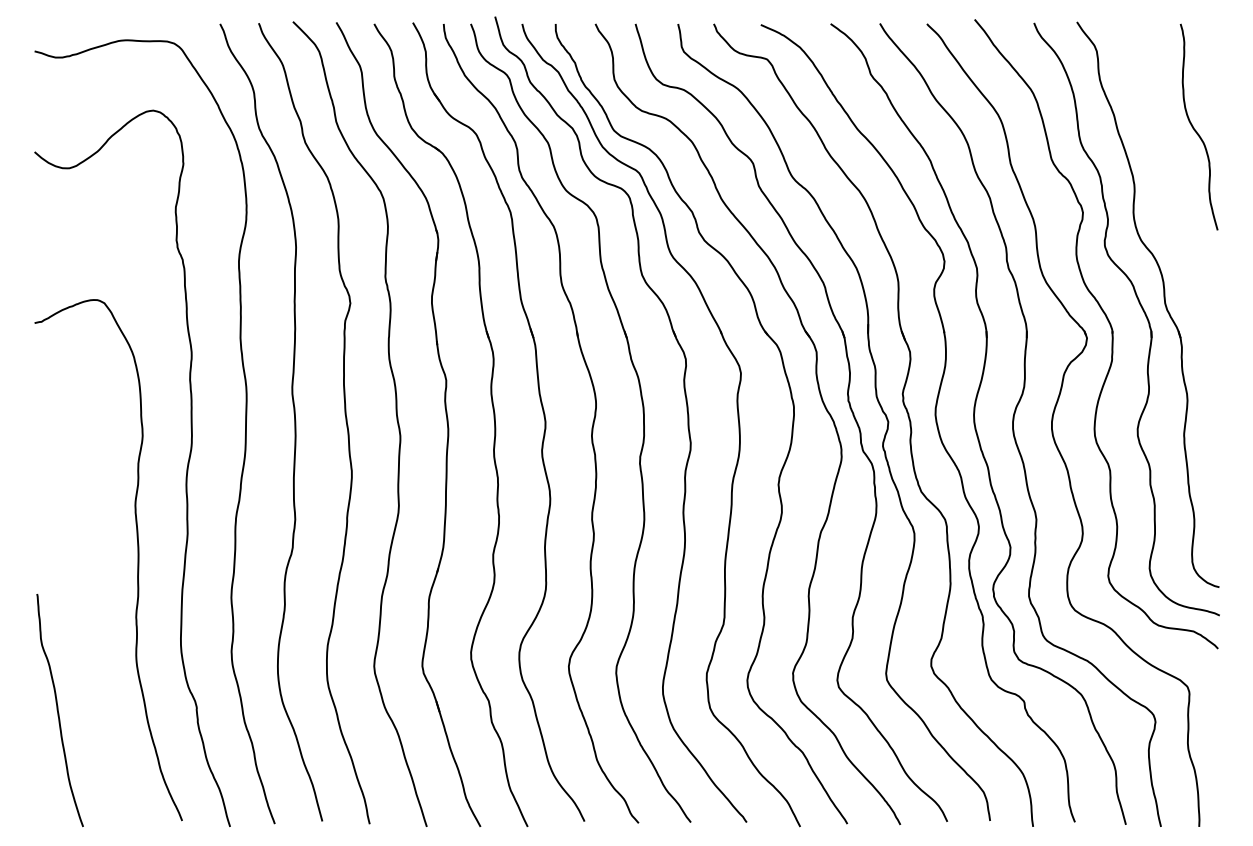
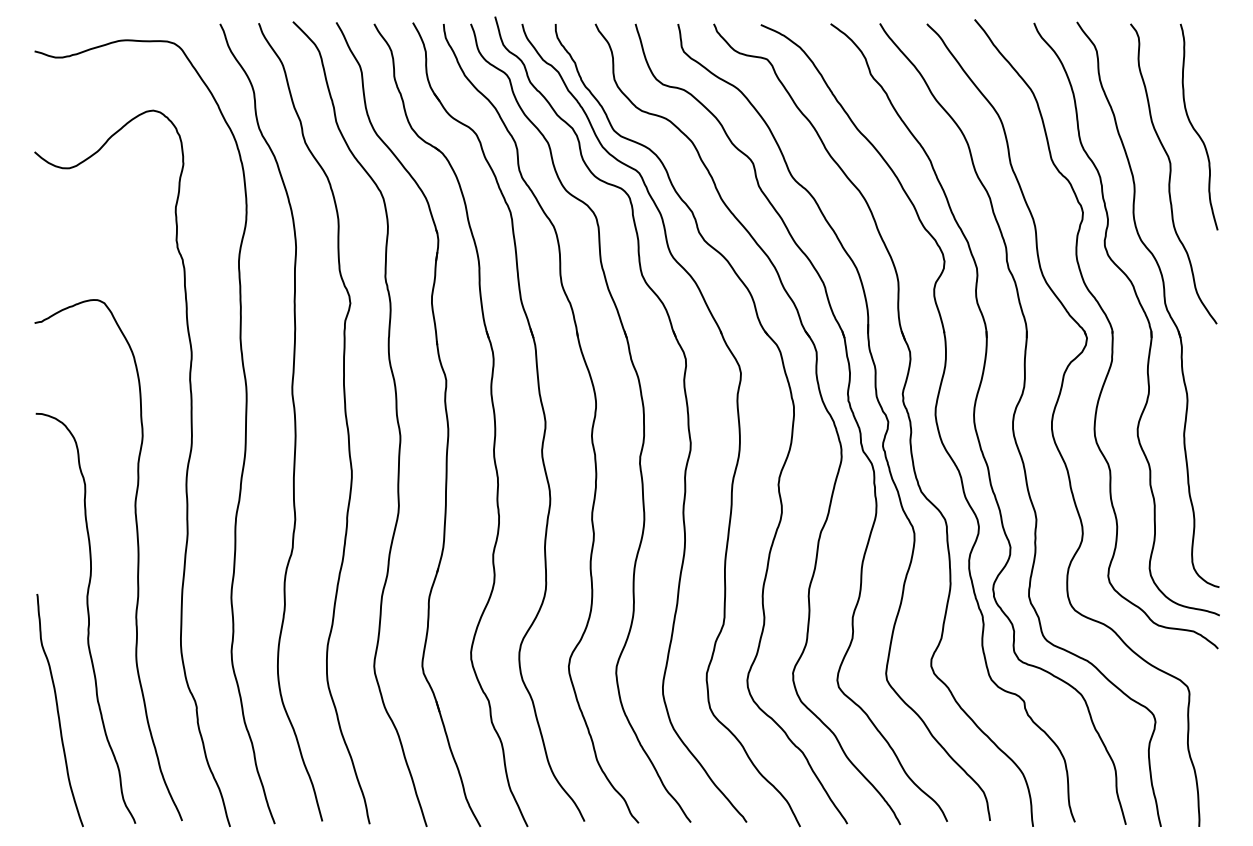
curve at (1171, 173): none -> present
curve at (87, 616): none -> present
